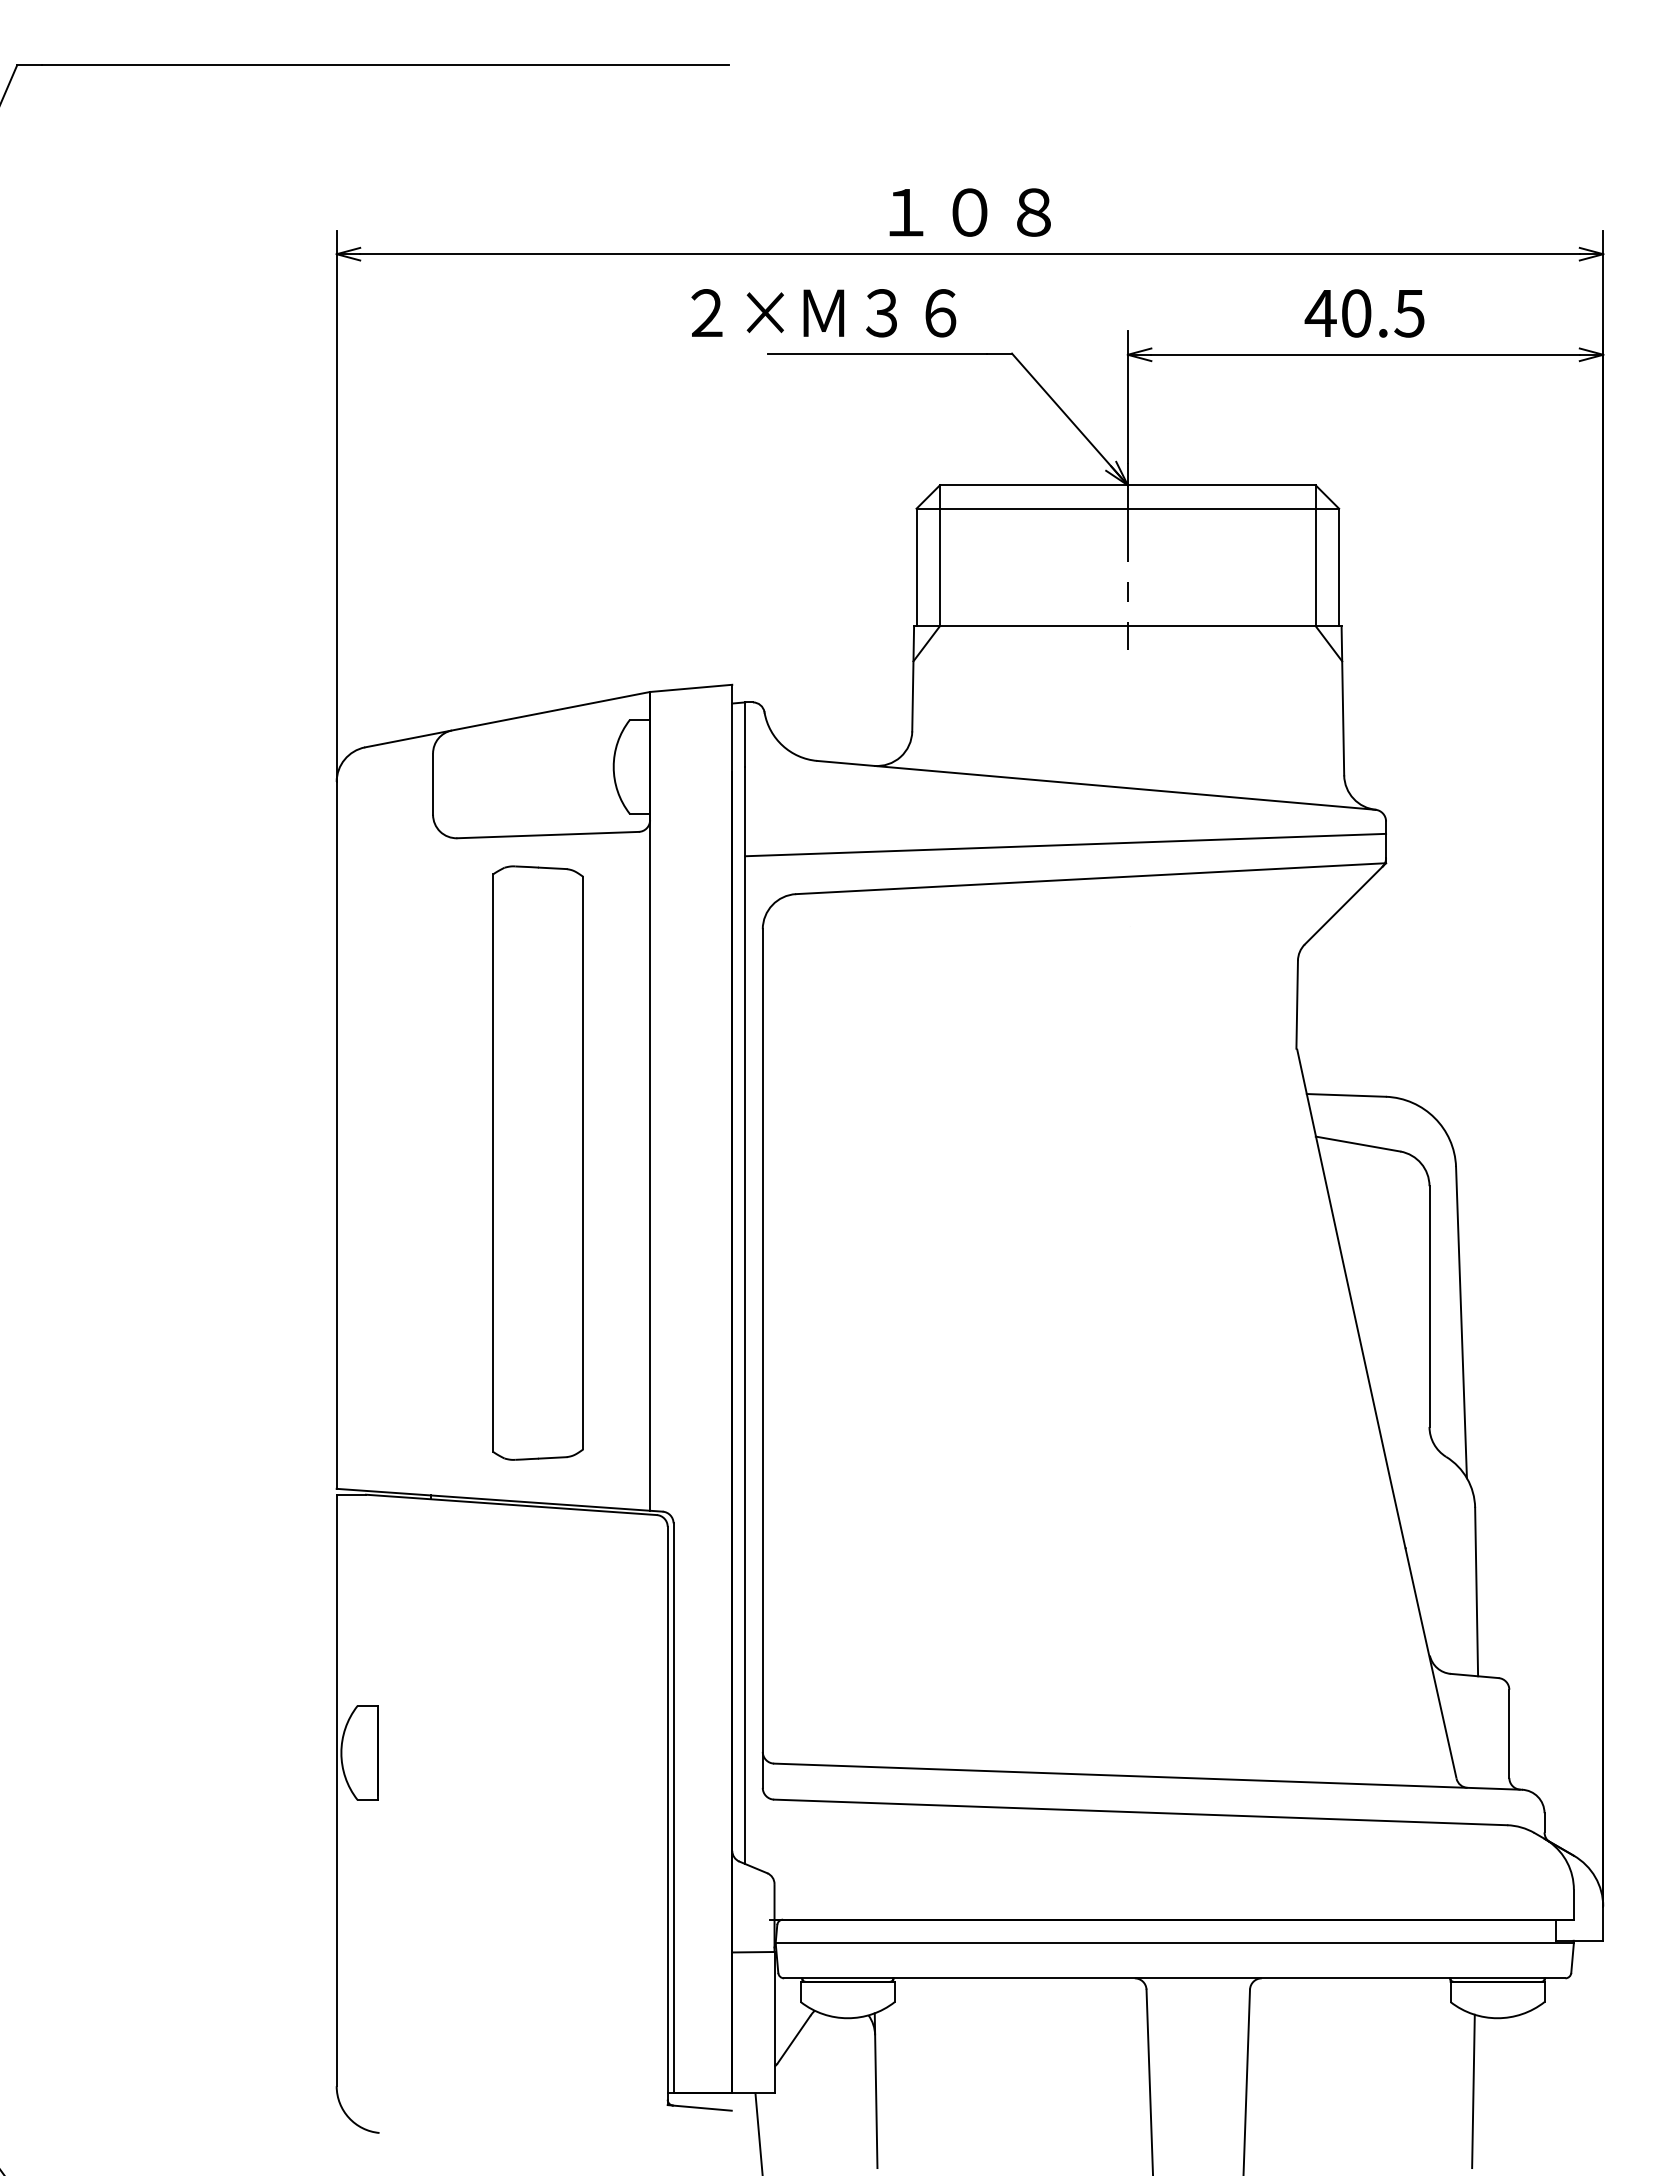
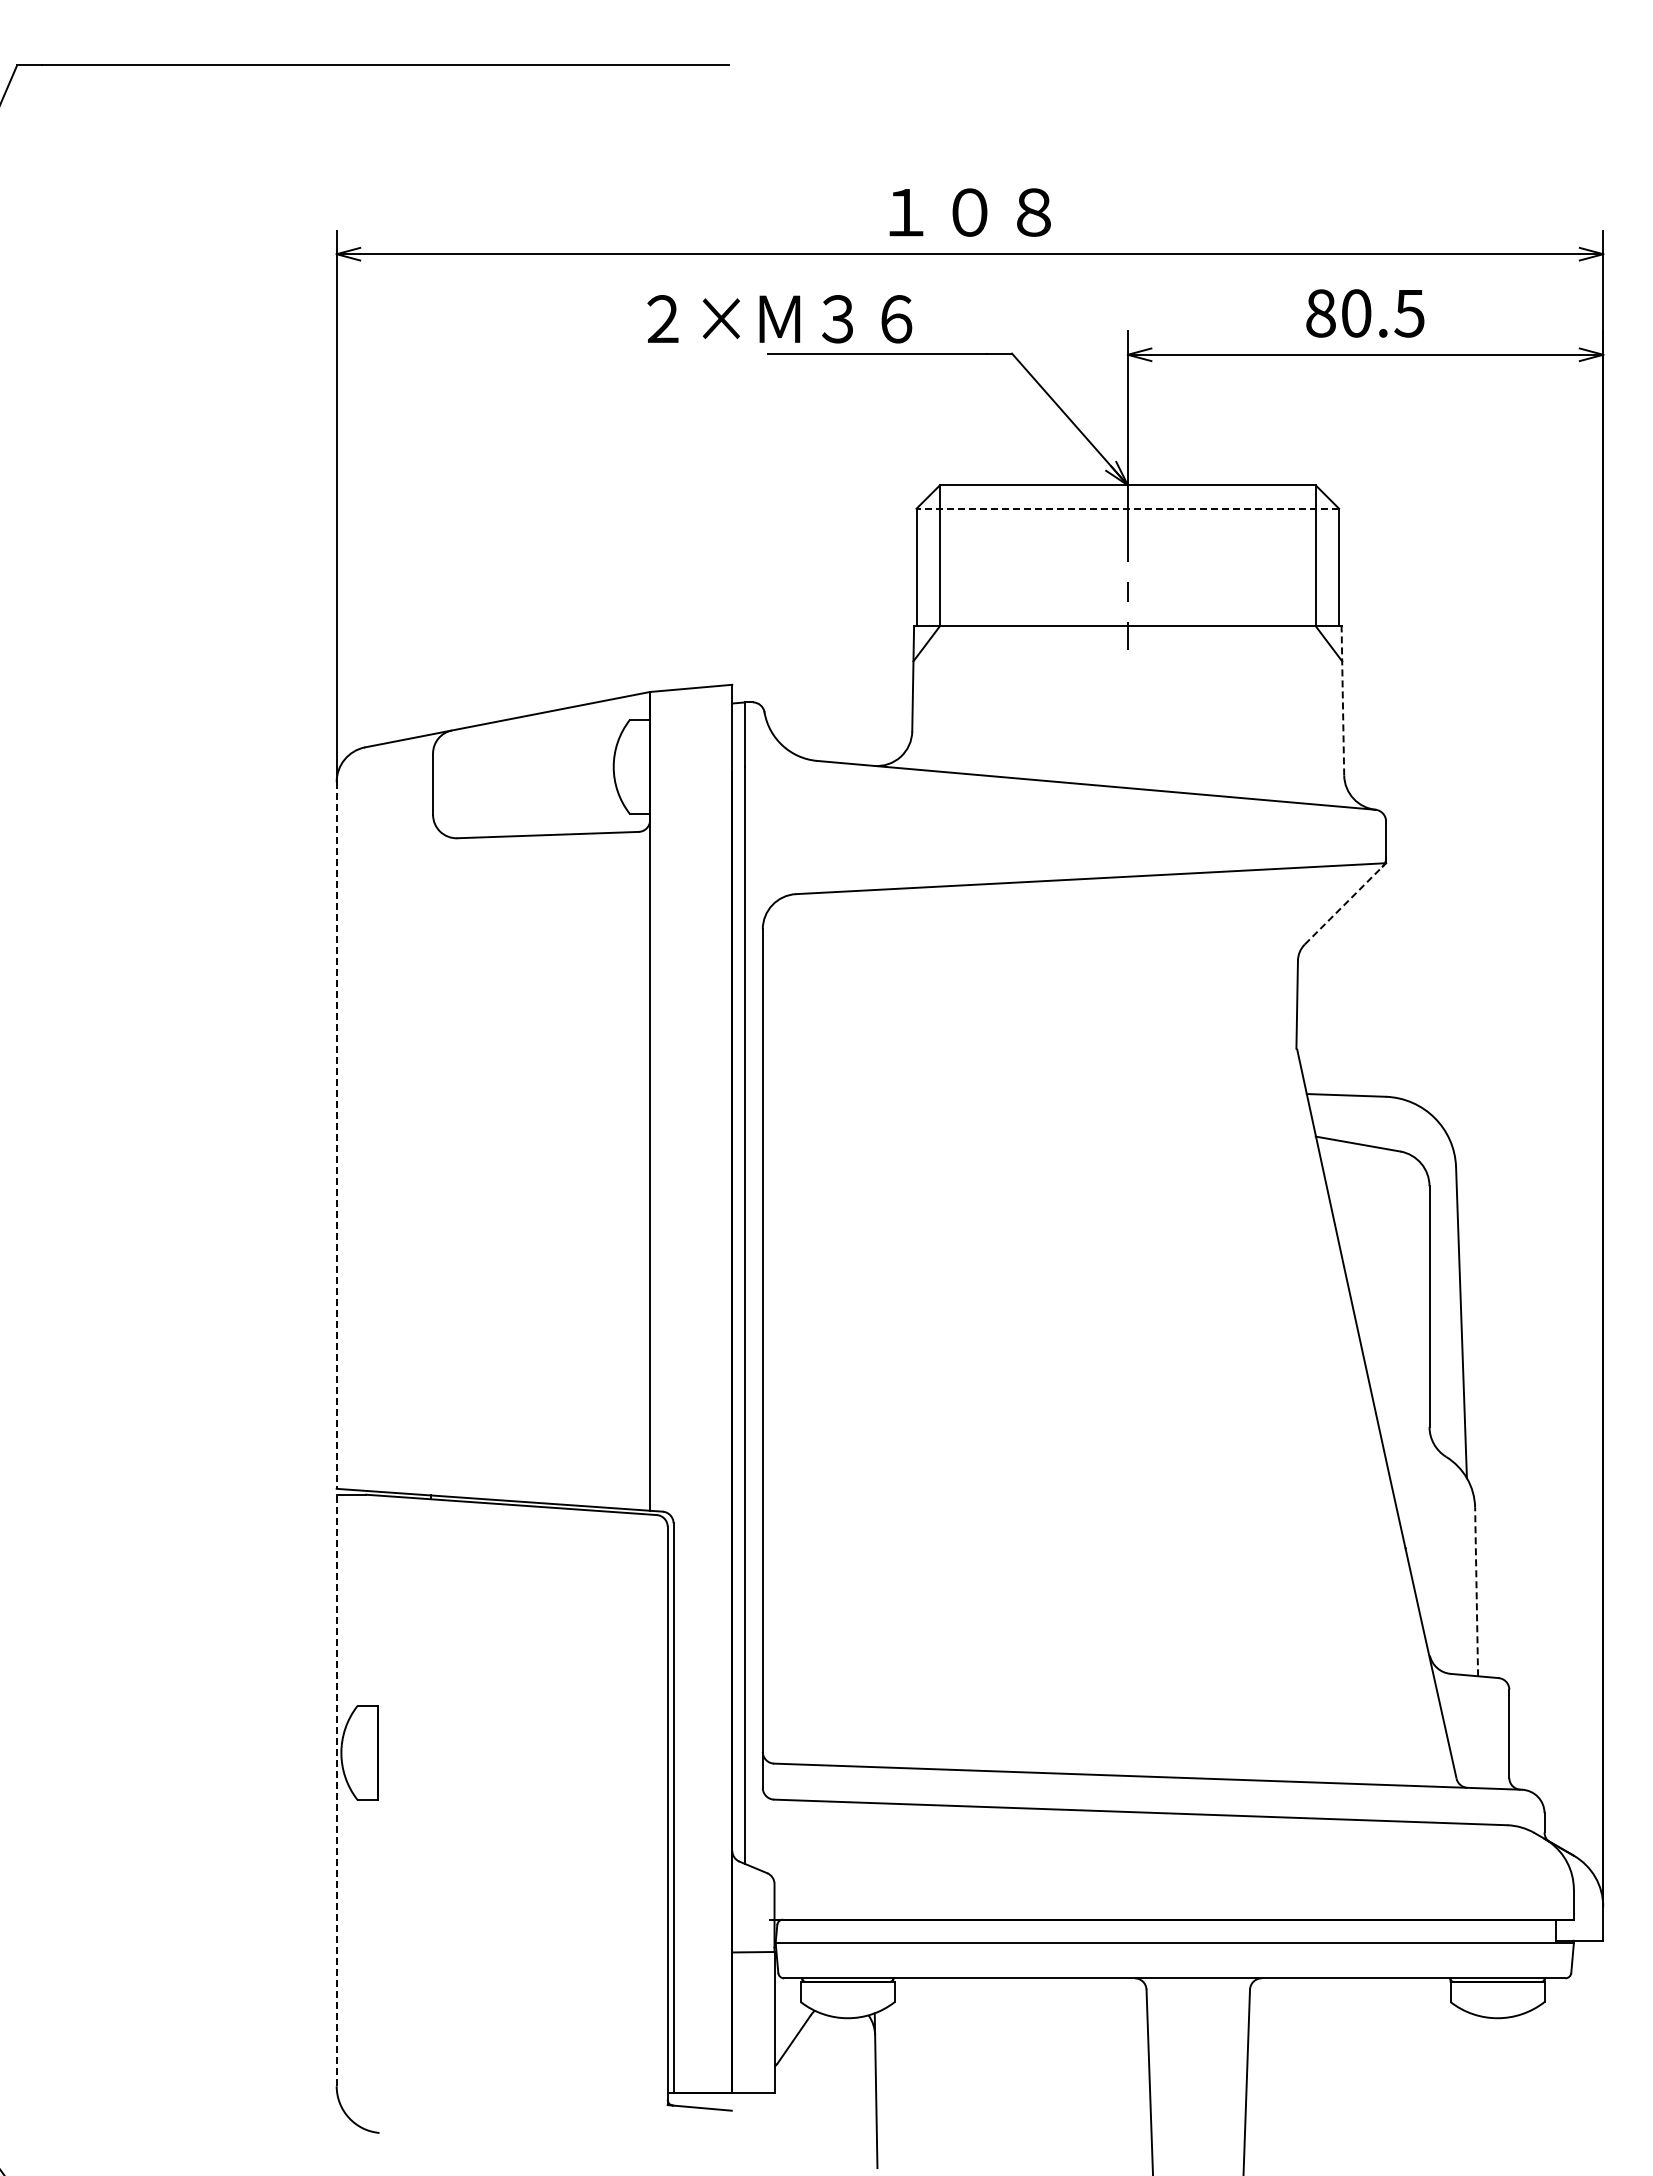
text at (823, 313) position: (823, 313) -> (779, 319)
text at (1320, 313): 40.5 -> 80.5
line at (1127, 508): solid -> dashed
line at (1342, 700): solid -> dashed
line at (1065, 844): present -> none
line at (1344, 905): solid -> dashed
line at (336, 1135): solid -> dashed
part at (537, 1162): present -> none
line at (1476, 1591): solid -> dashed
line at (336, 1790): solid -> dashed
line at (1473, 2091): present -> none
line at (758, 2132): present -> none
